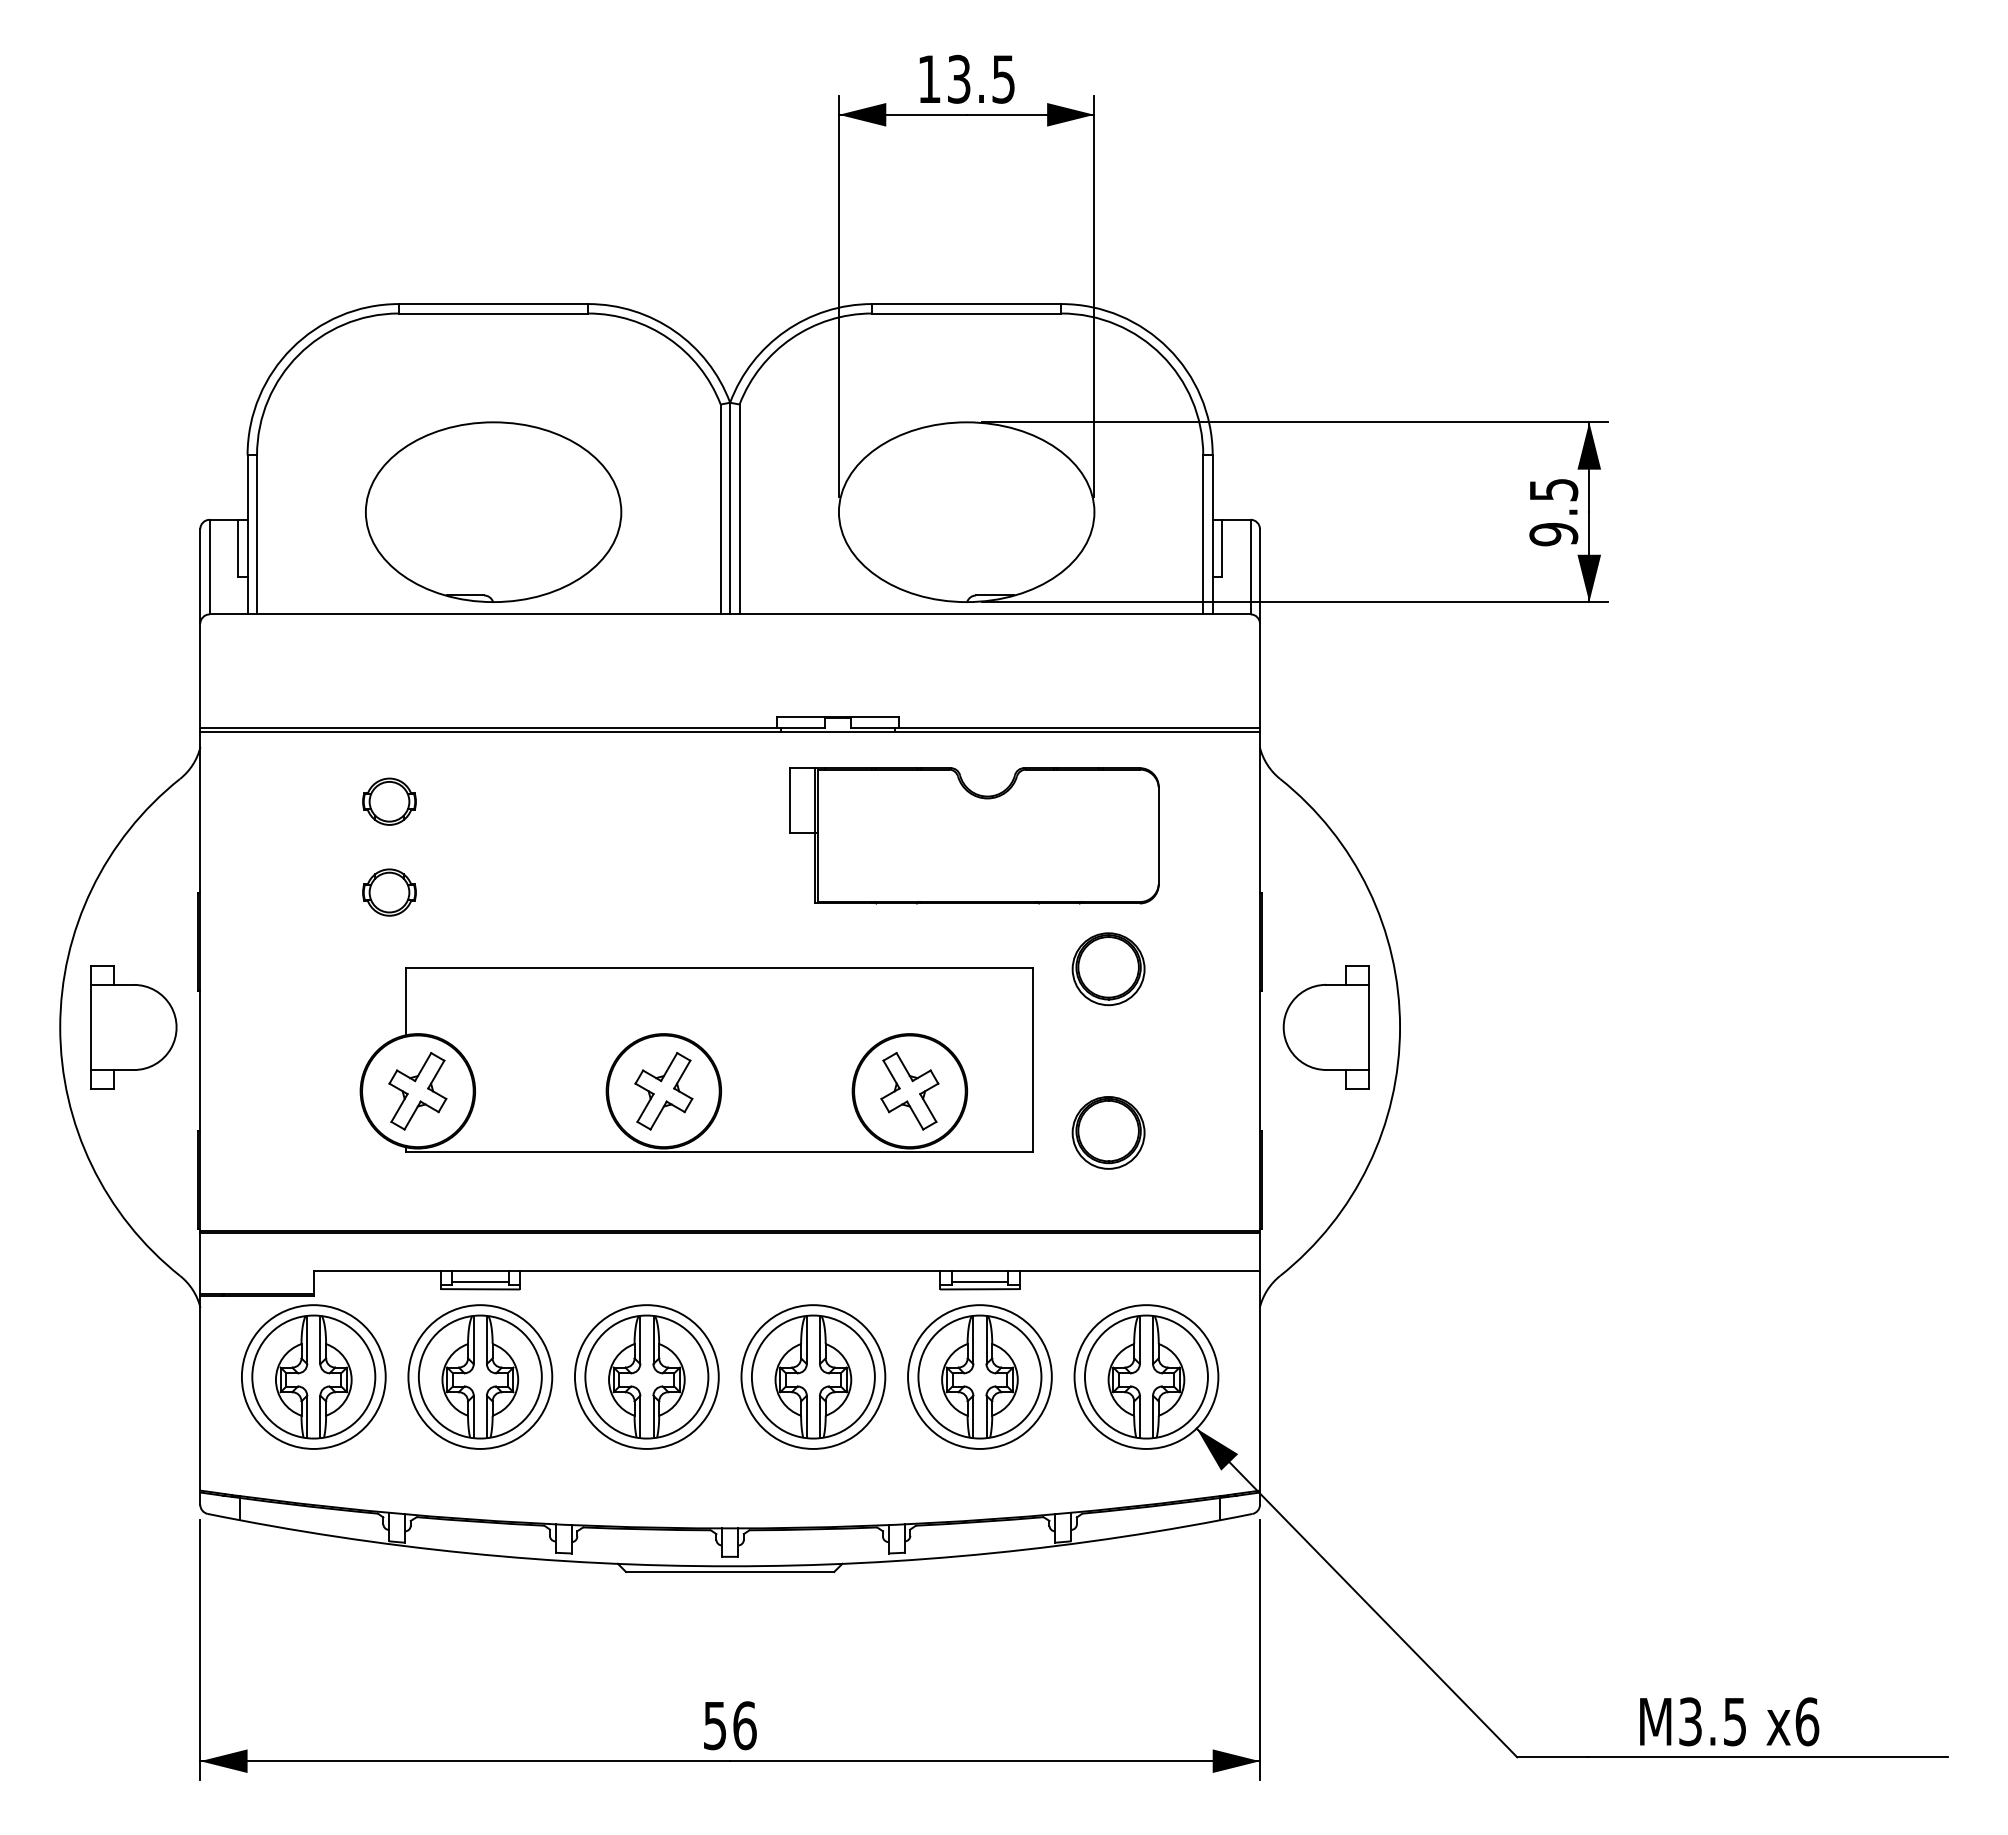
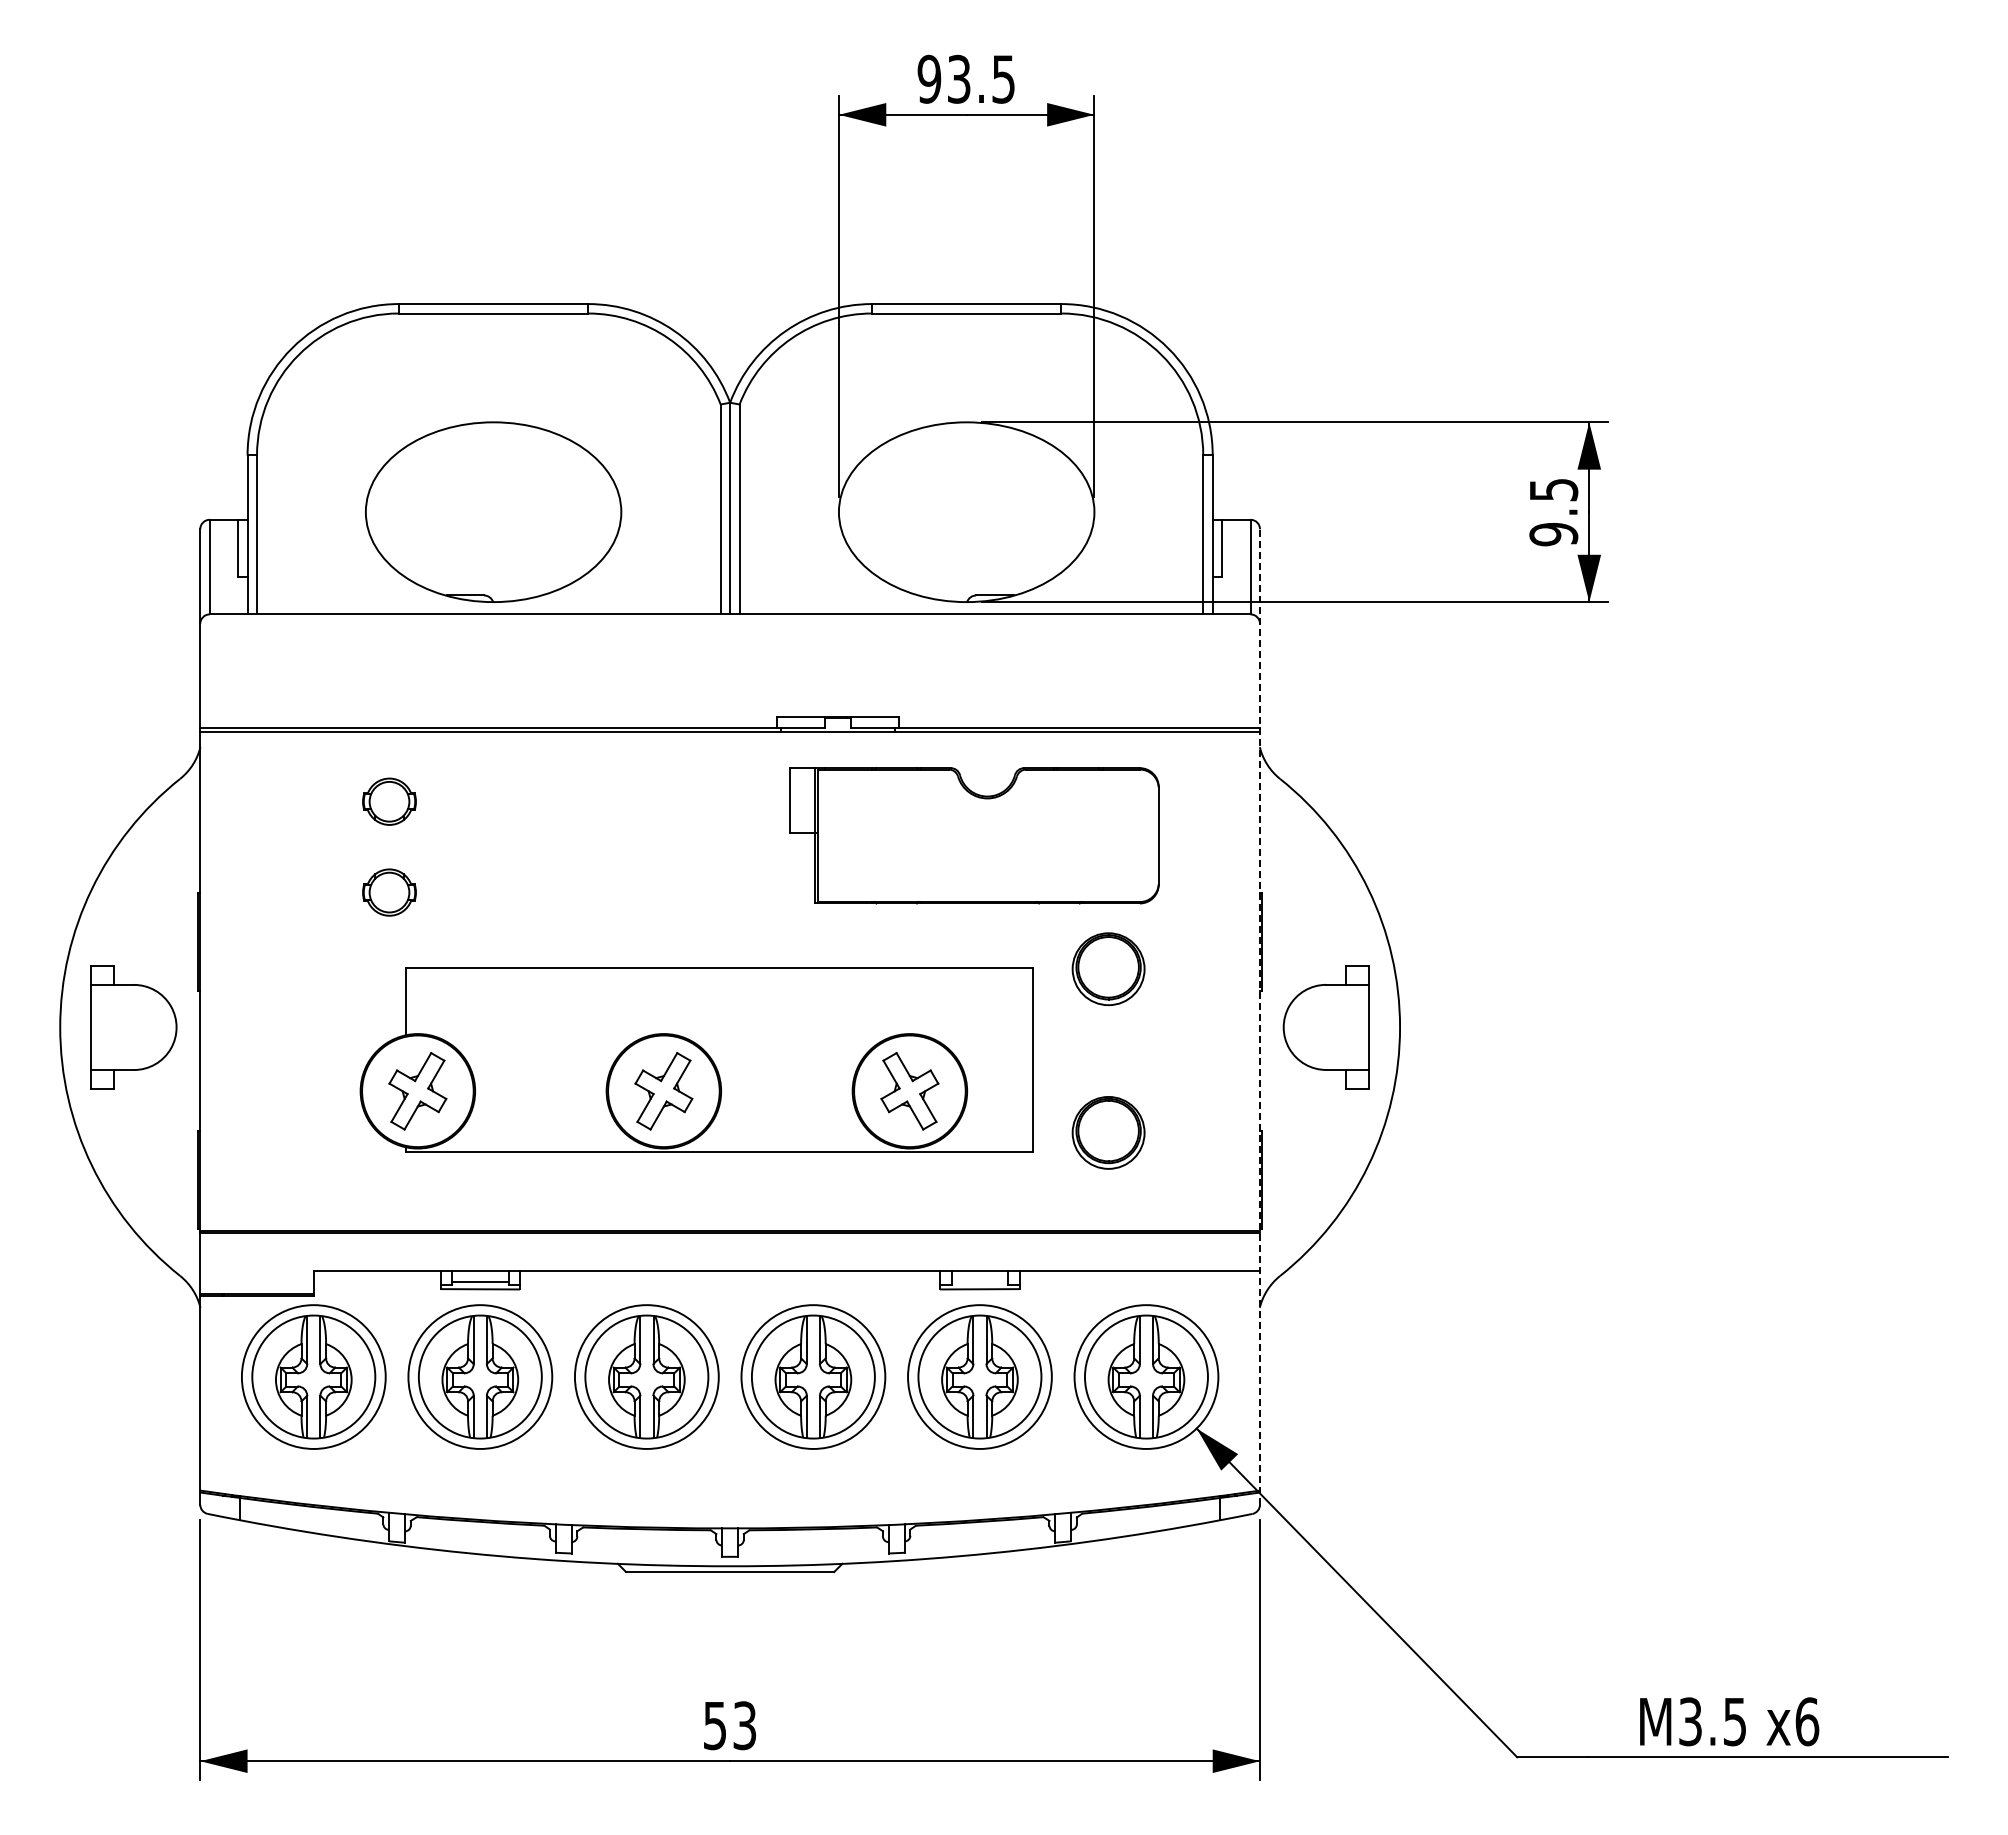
text at (929, 78): 13.5 -> 93.5
line at (1260, 1016): solid -> dashed
line at (979, 1282): present -> none
text at (744, 1725): 56 -> 53
